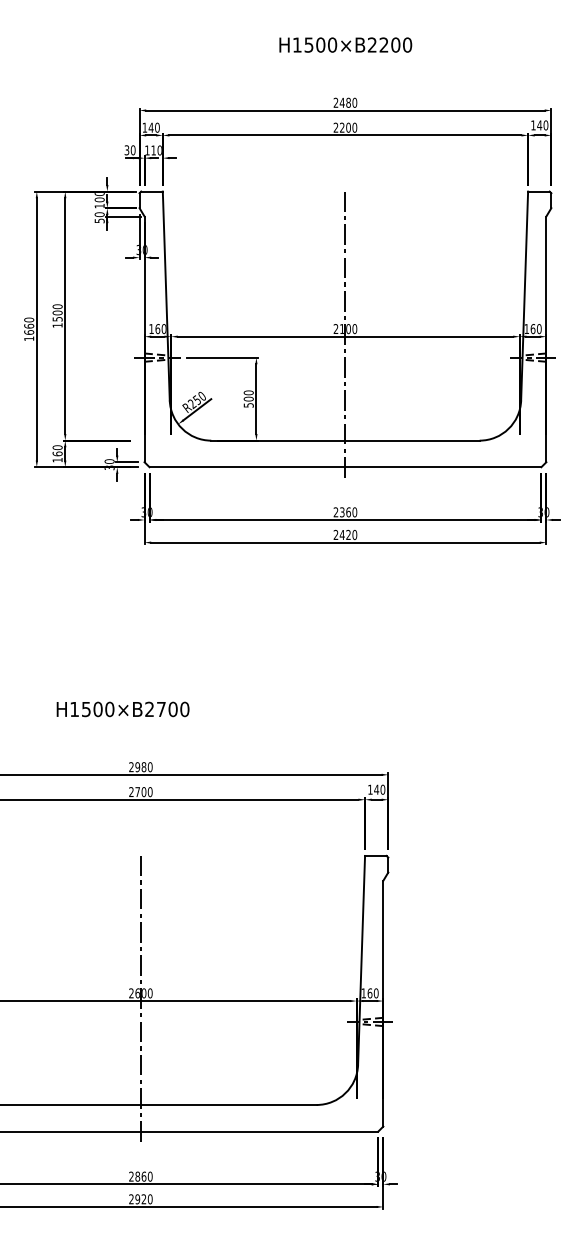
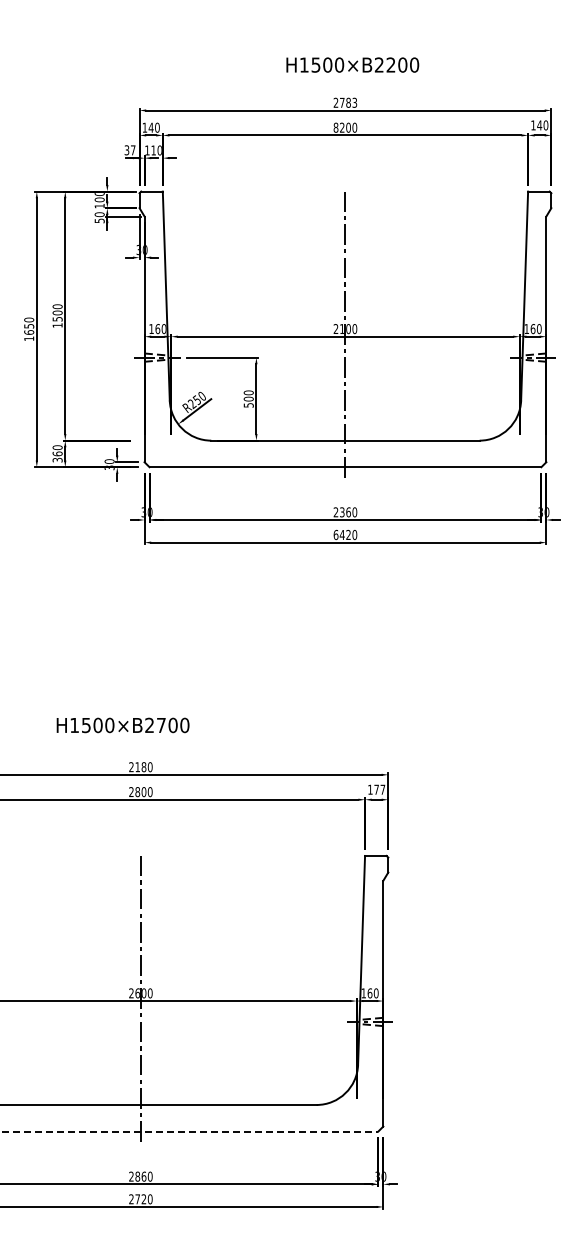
text at (345, 44) position: (345, 44) -> (352, 64)
text at (348, 102): 2480 -> 2783
text at (335, 127): 2200 -> 8200
text at (132, 150): 30 -> 37
text at (29, 325): 1660 -> 1650
text at (57, 459): 160 -> 360
text at (335, 534): 2420 -> 6420
text at (122, 709) position: (122, 709) -> (122, 725)
text at (137, 767): 2980 -> 2180
text at (379, 789): 140 -> 177
text at (137, 792): 2700 -> 2800
line at (189, 1131): solid -> dashed
text at (137, 1199): 2920 -> 2720
